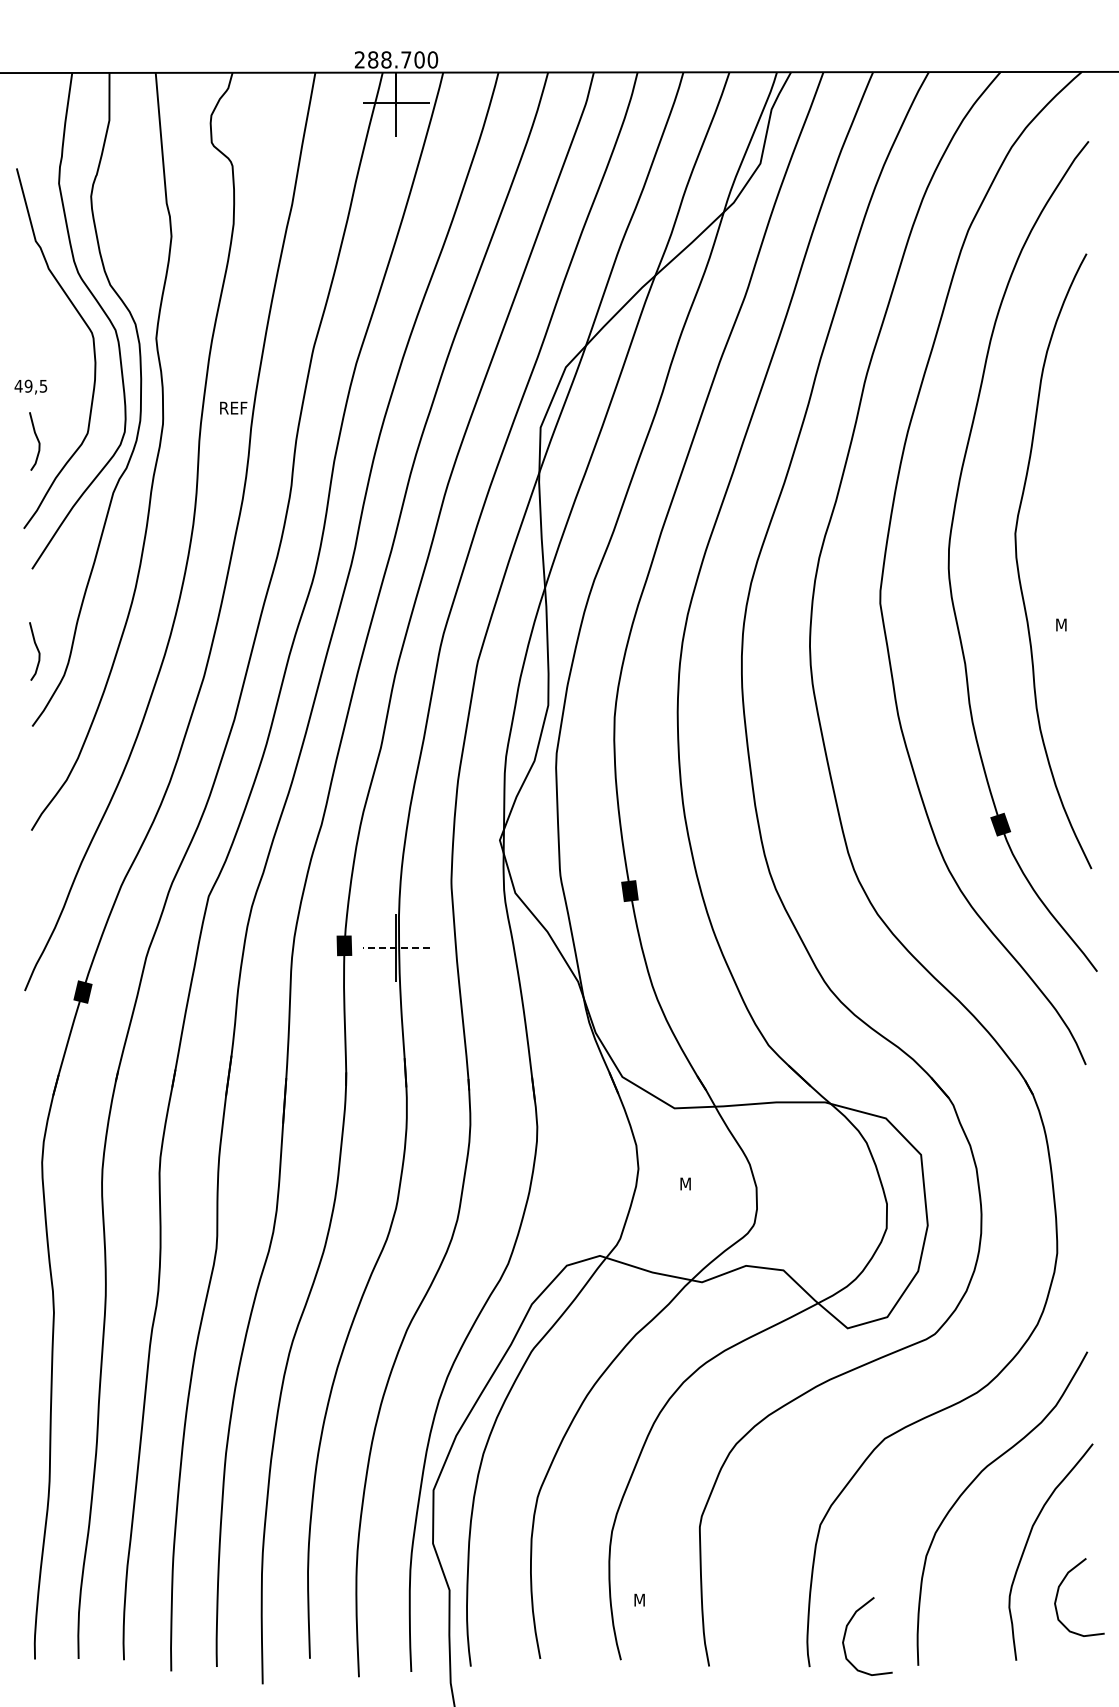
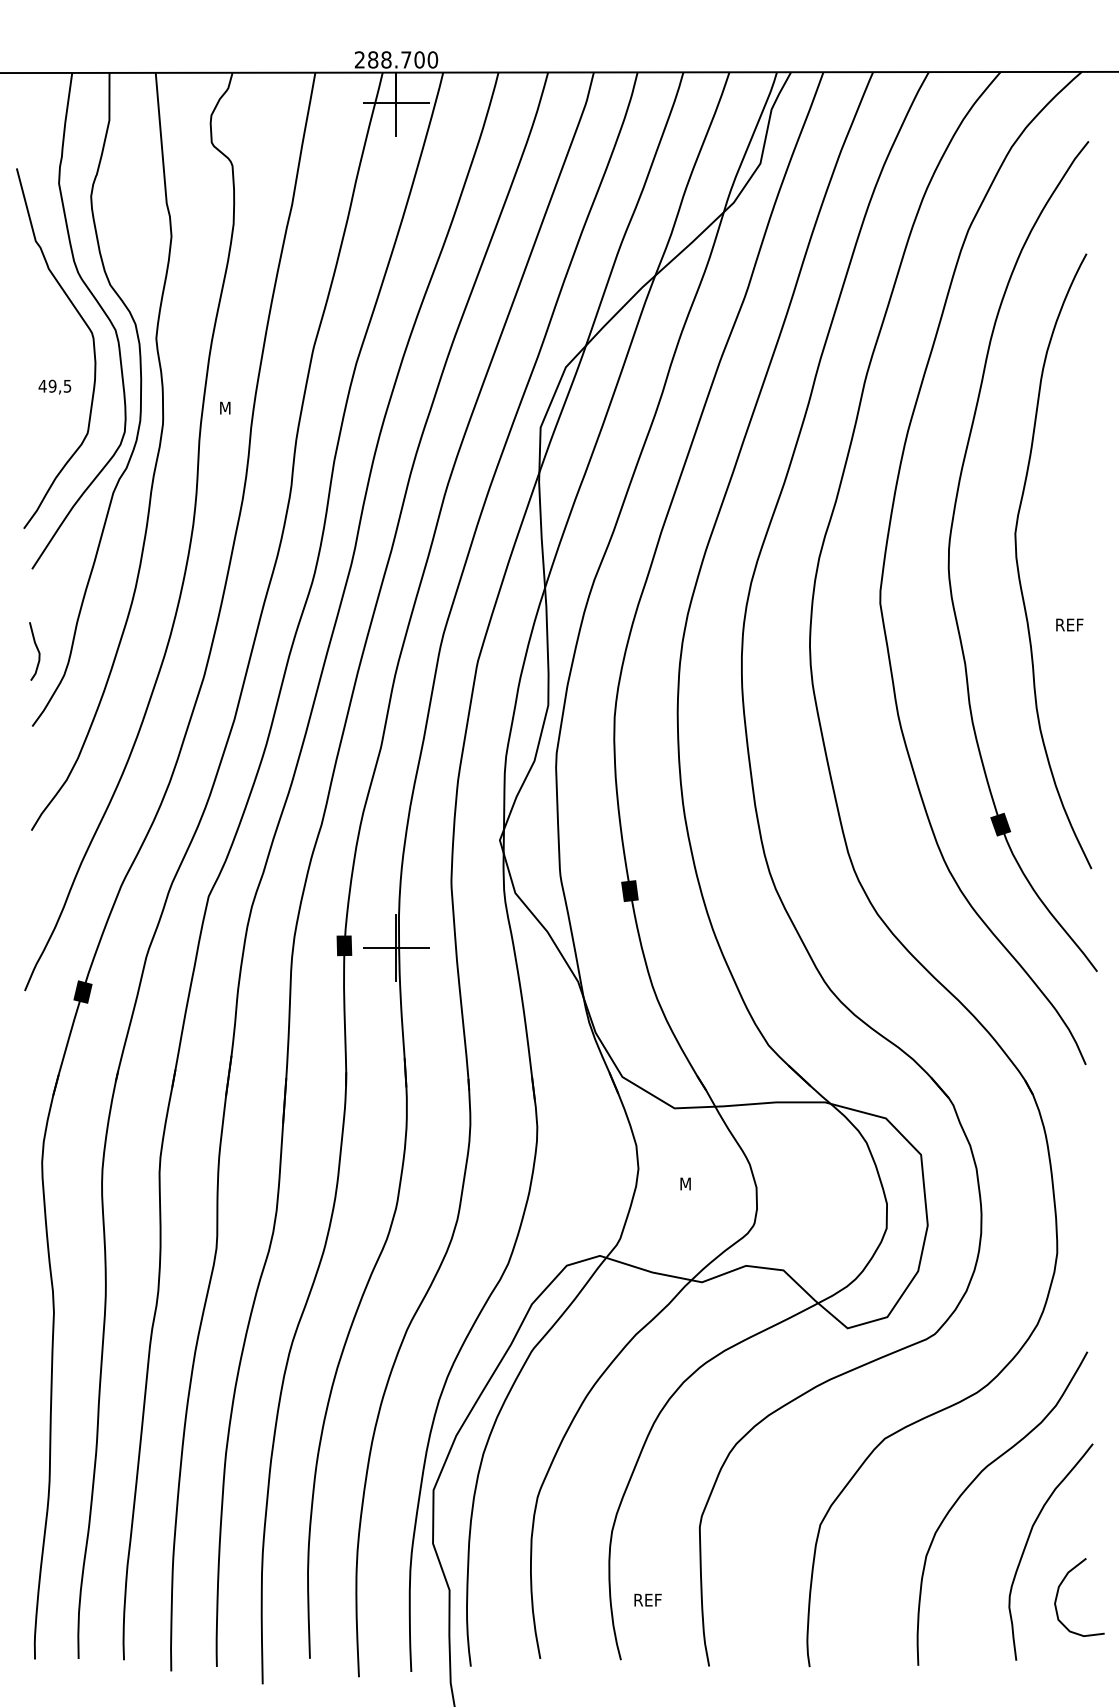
text at (30, 386) position: (30, 386) -> (54, 386)
text at (234, 407): REF -> M
curve at (37, 441): present -> none
text at (1070, 624): M -> REF
line at (396, 948): dashed -> solid
text at (648, 1599): M -> REF
curve at (846, 1632): present -> none
